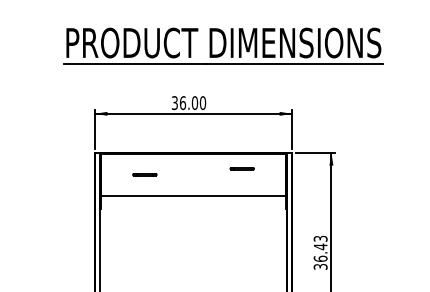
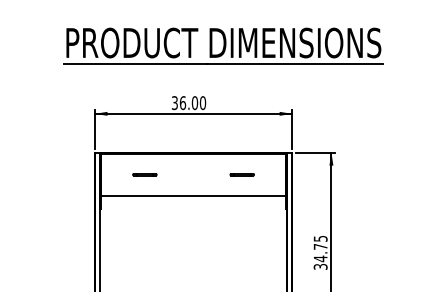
line at (241, 168) position: (241, 168) -> (241, 174)
text at (320, 249): 36.43 -> 34.75
